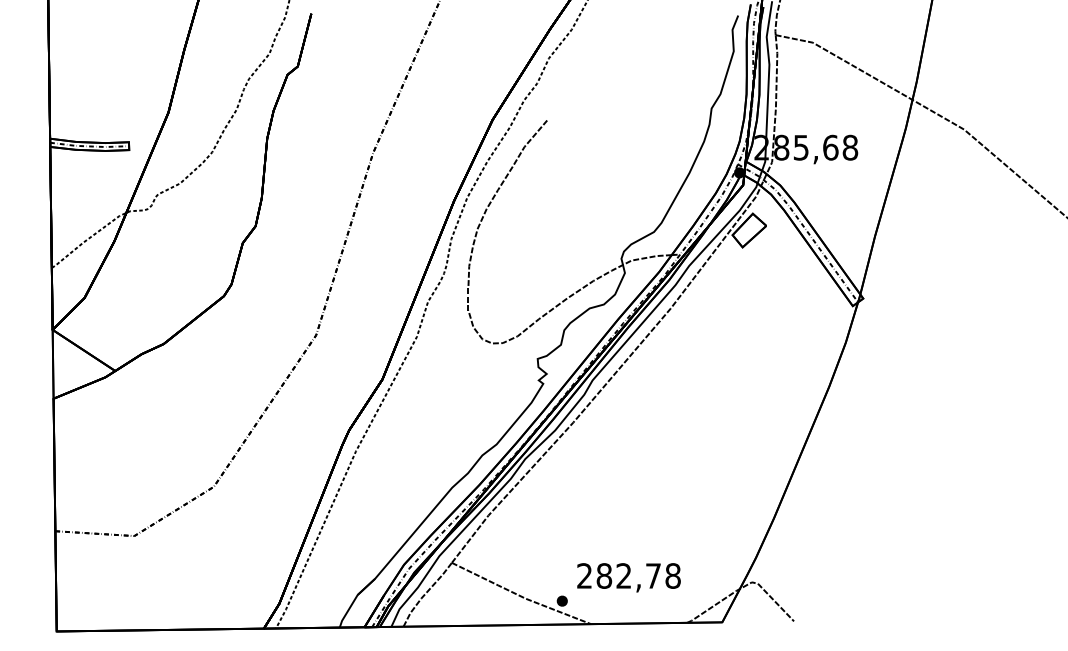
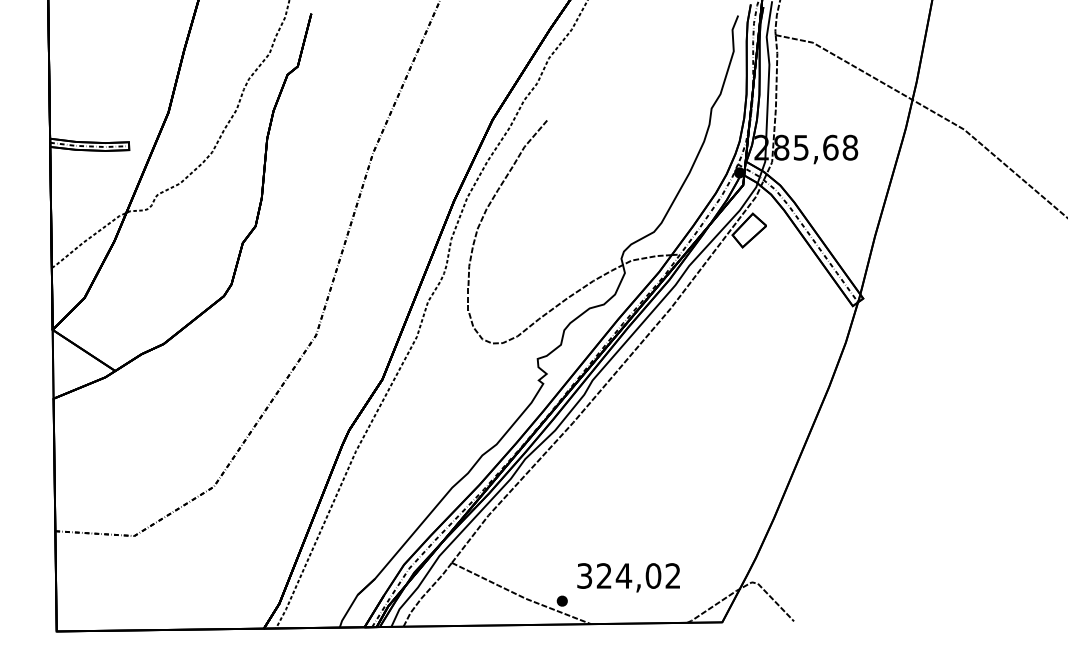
text at (628, 575): 282,78 -> 324,02
